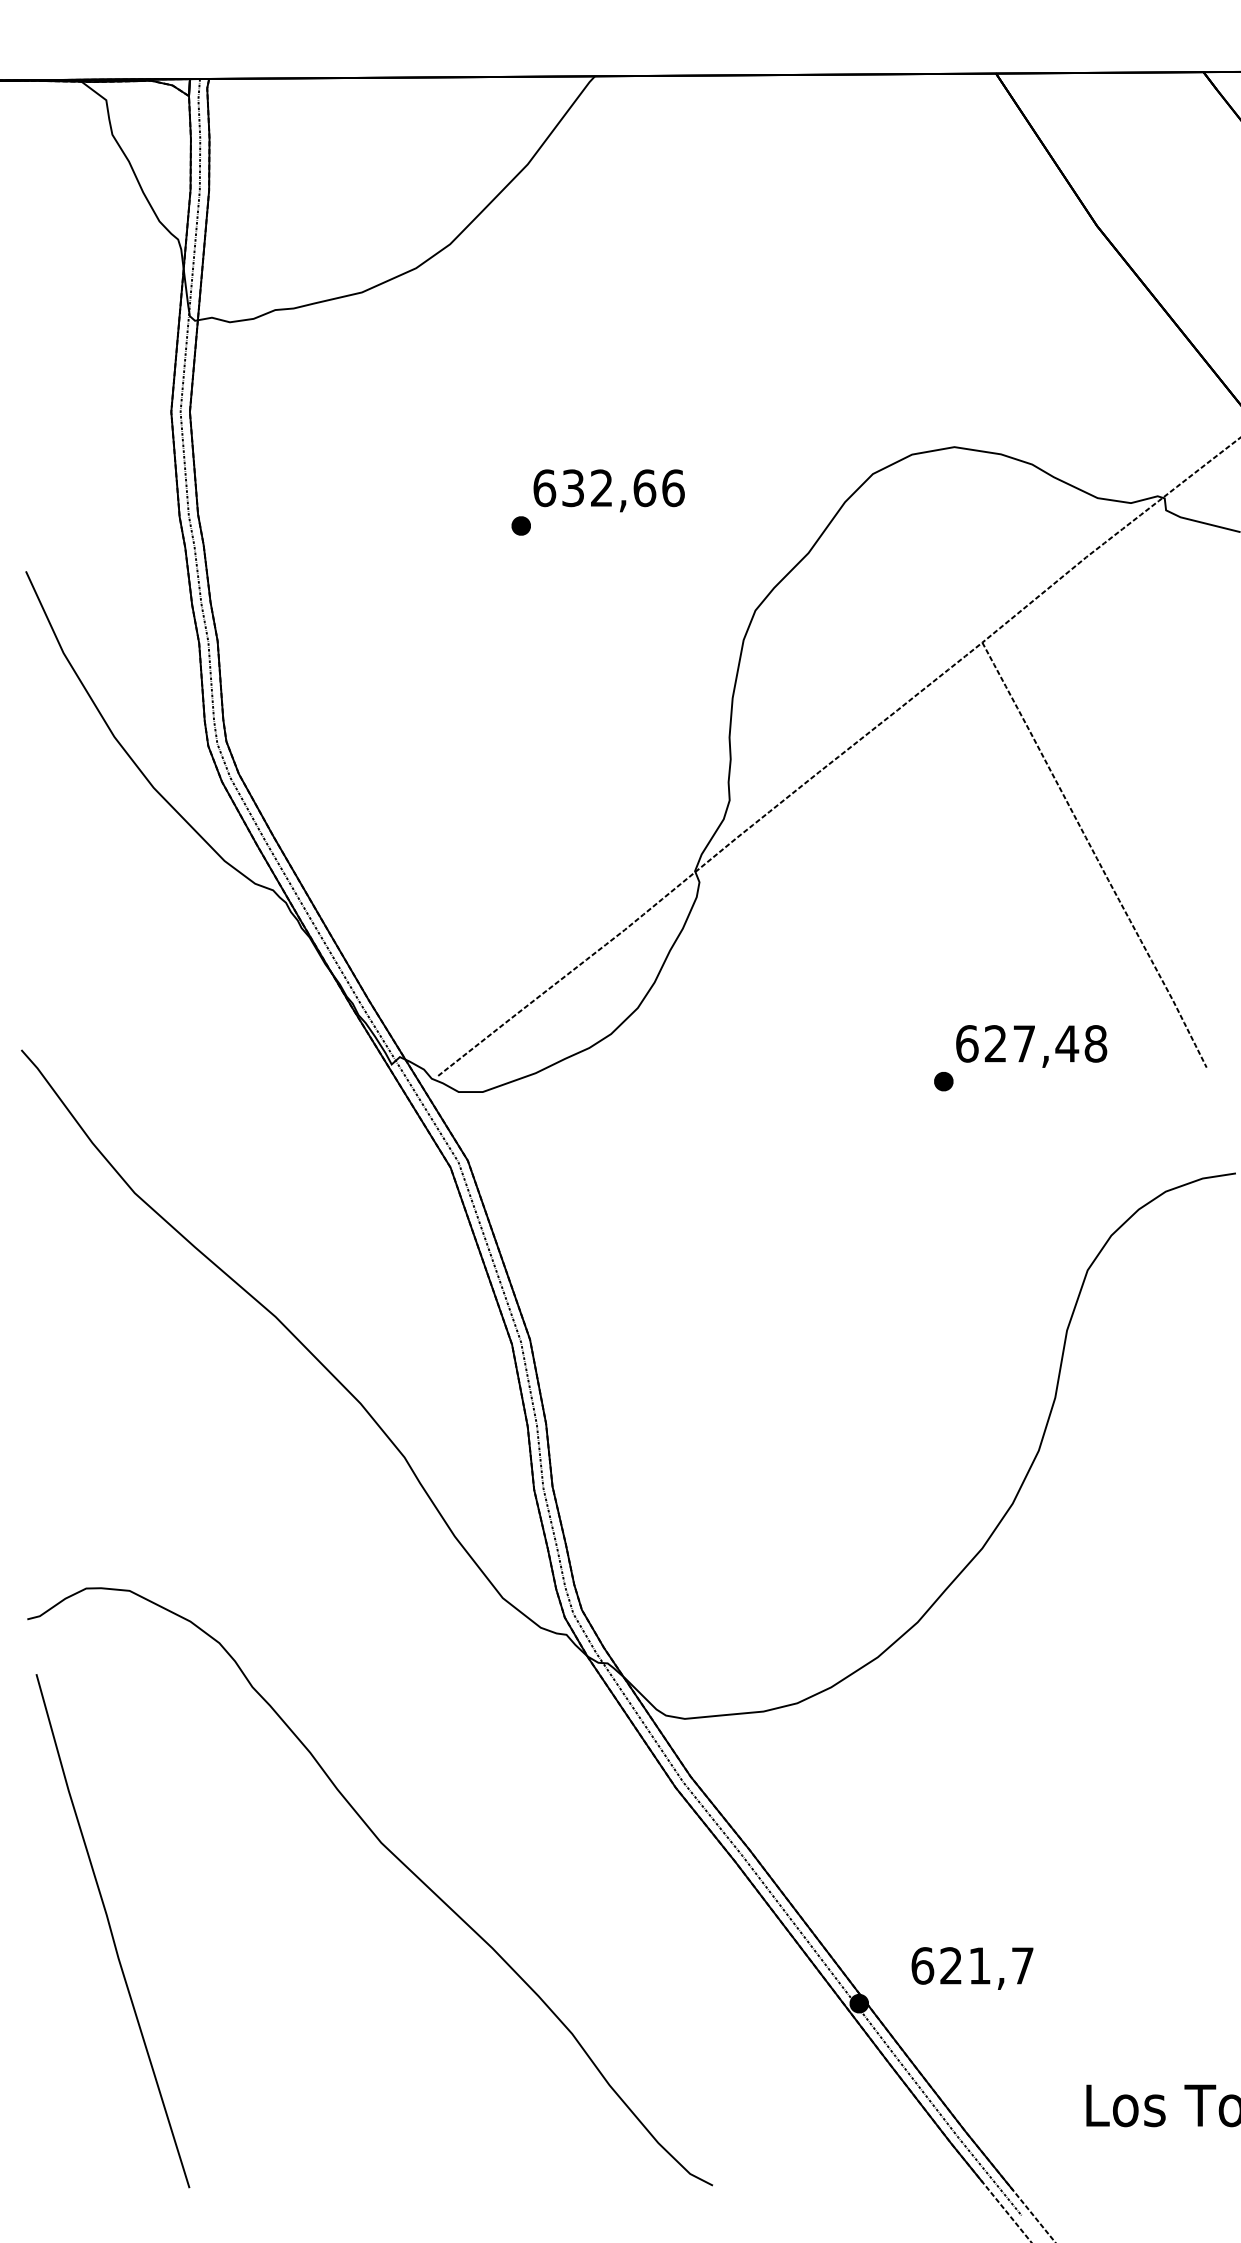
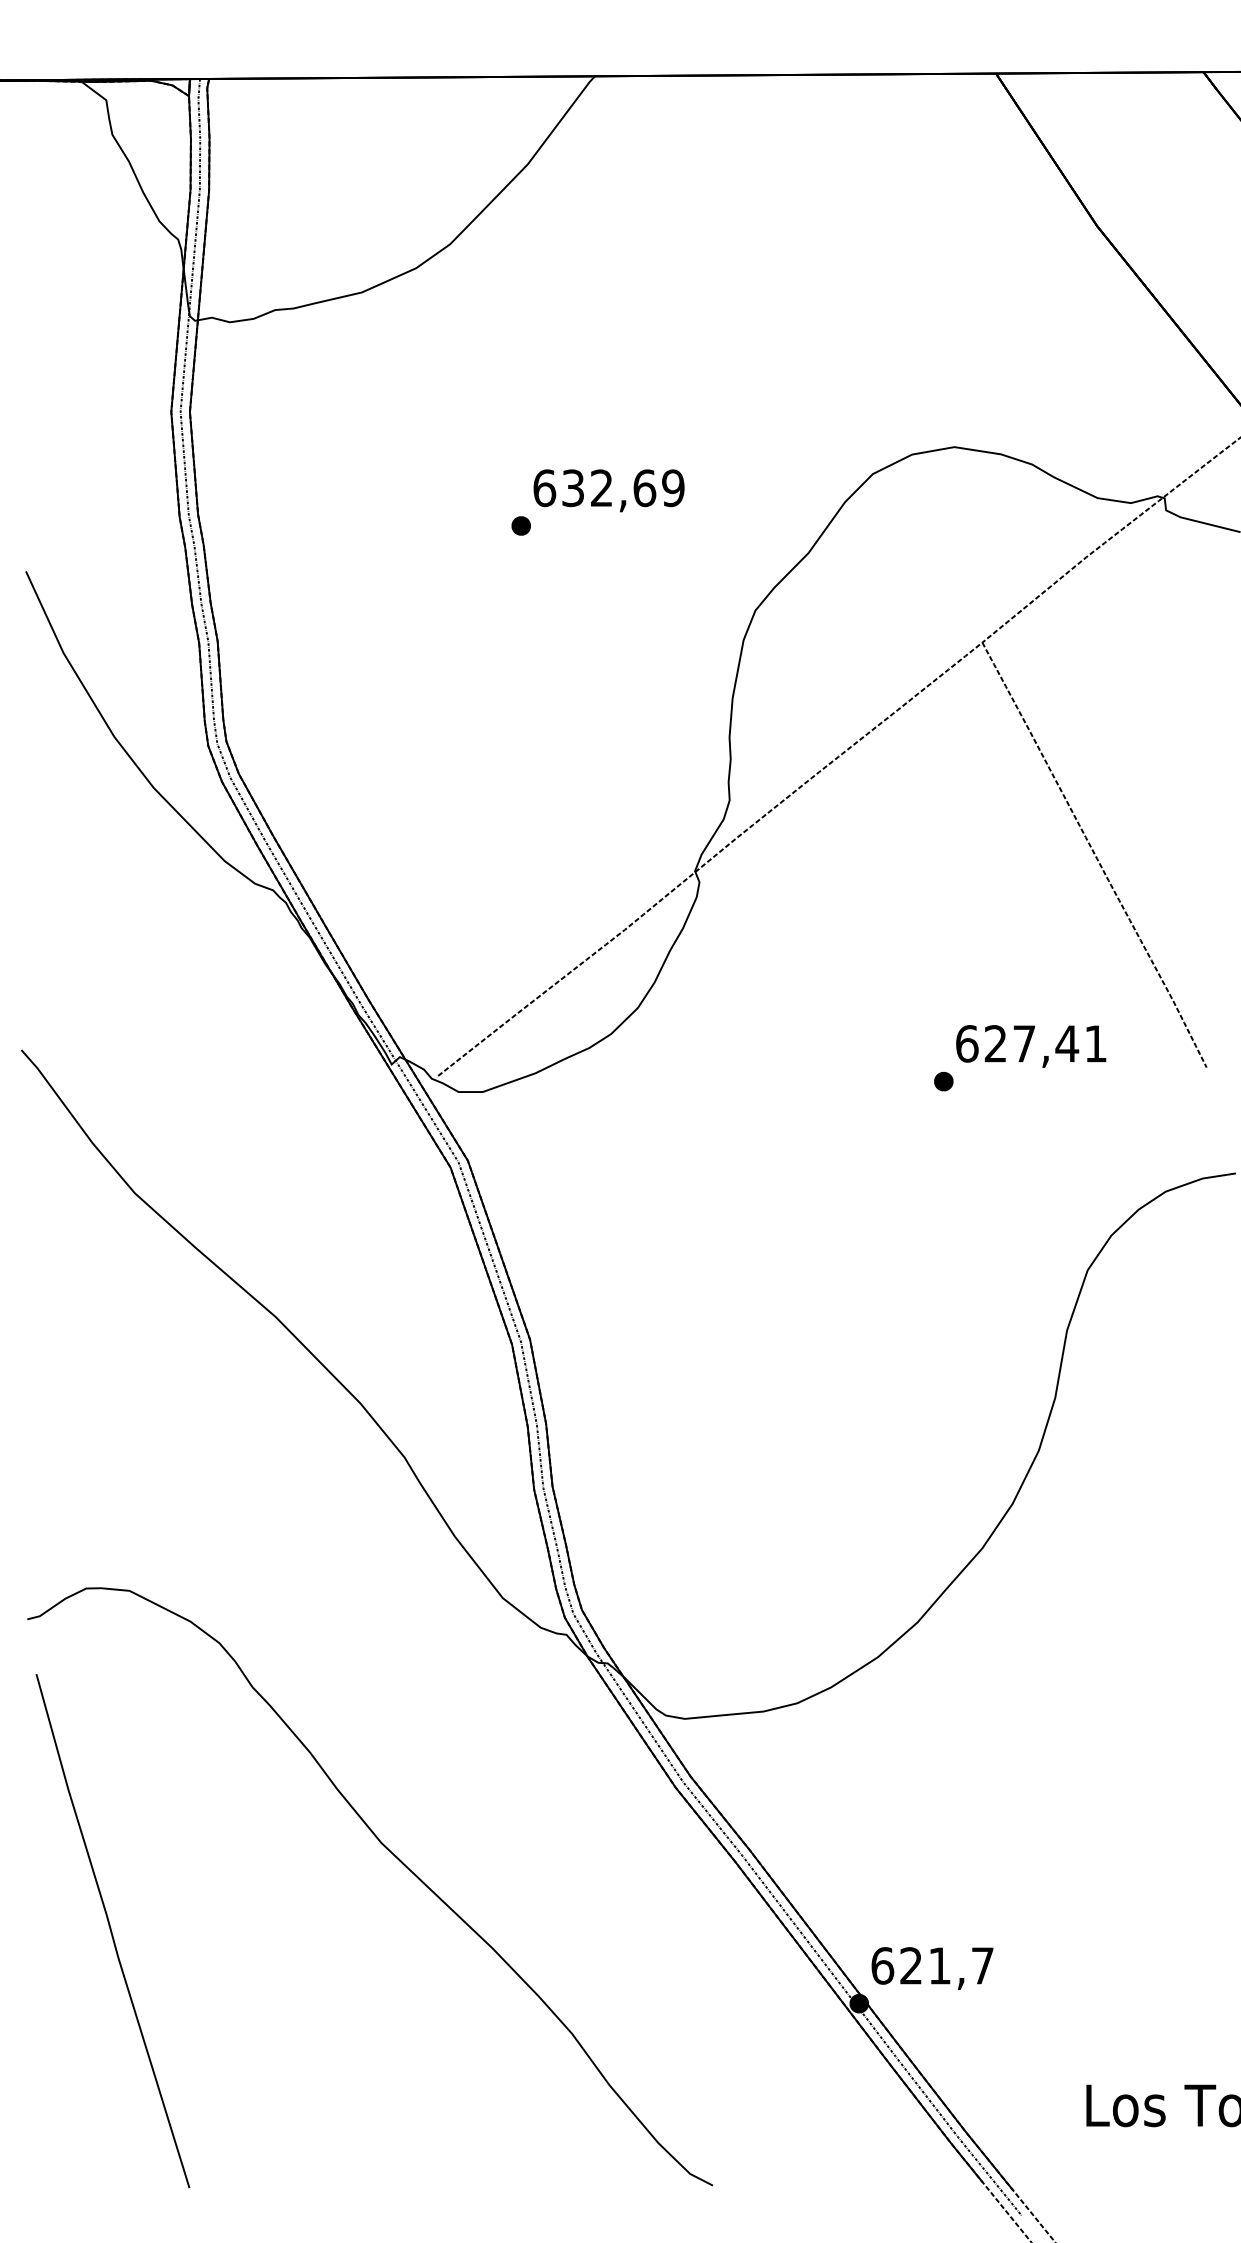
text at (673, 488): 632,66 -> 632,69
text at (1095, 1043): 627,48 -> 627,41
text at (972, 1968) position: (972, 1968) -> (932, 1968)
